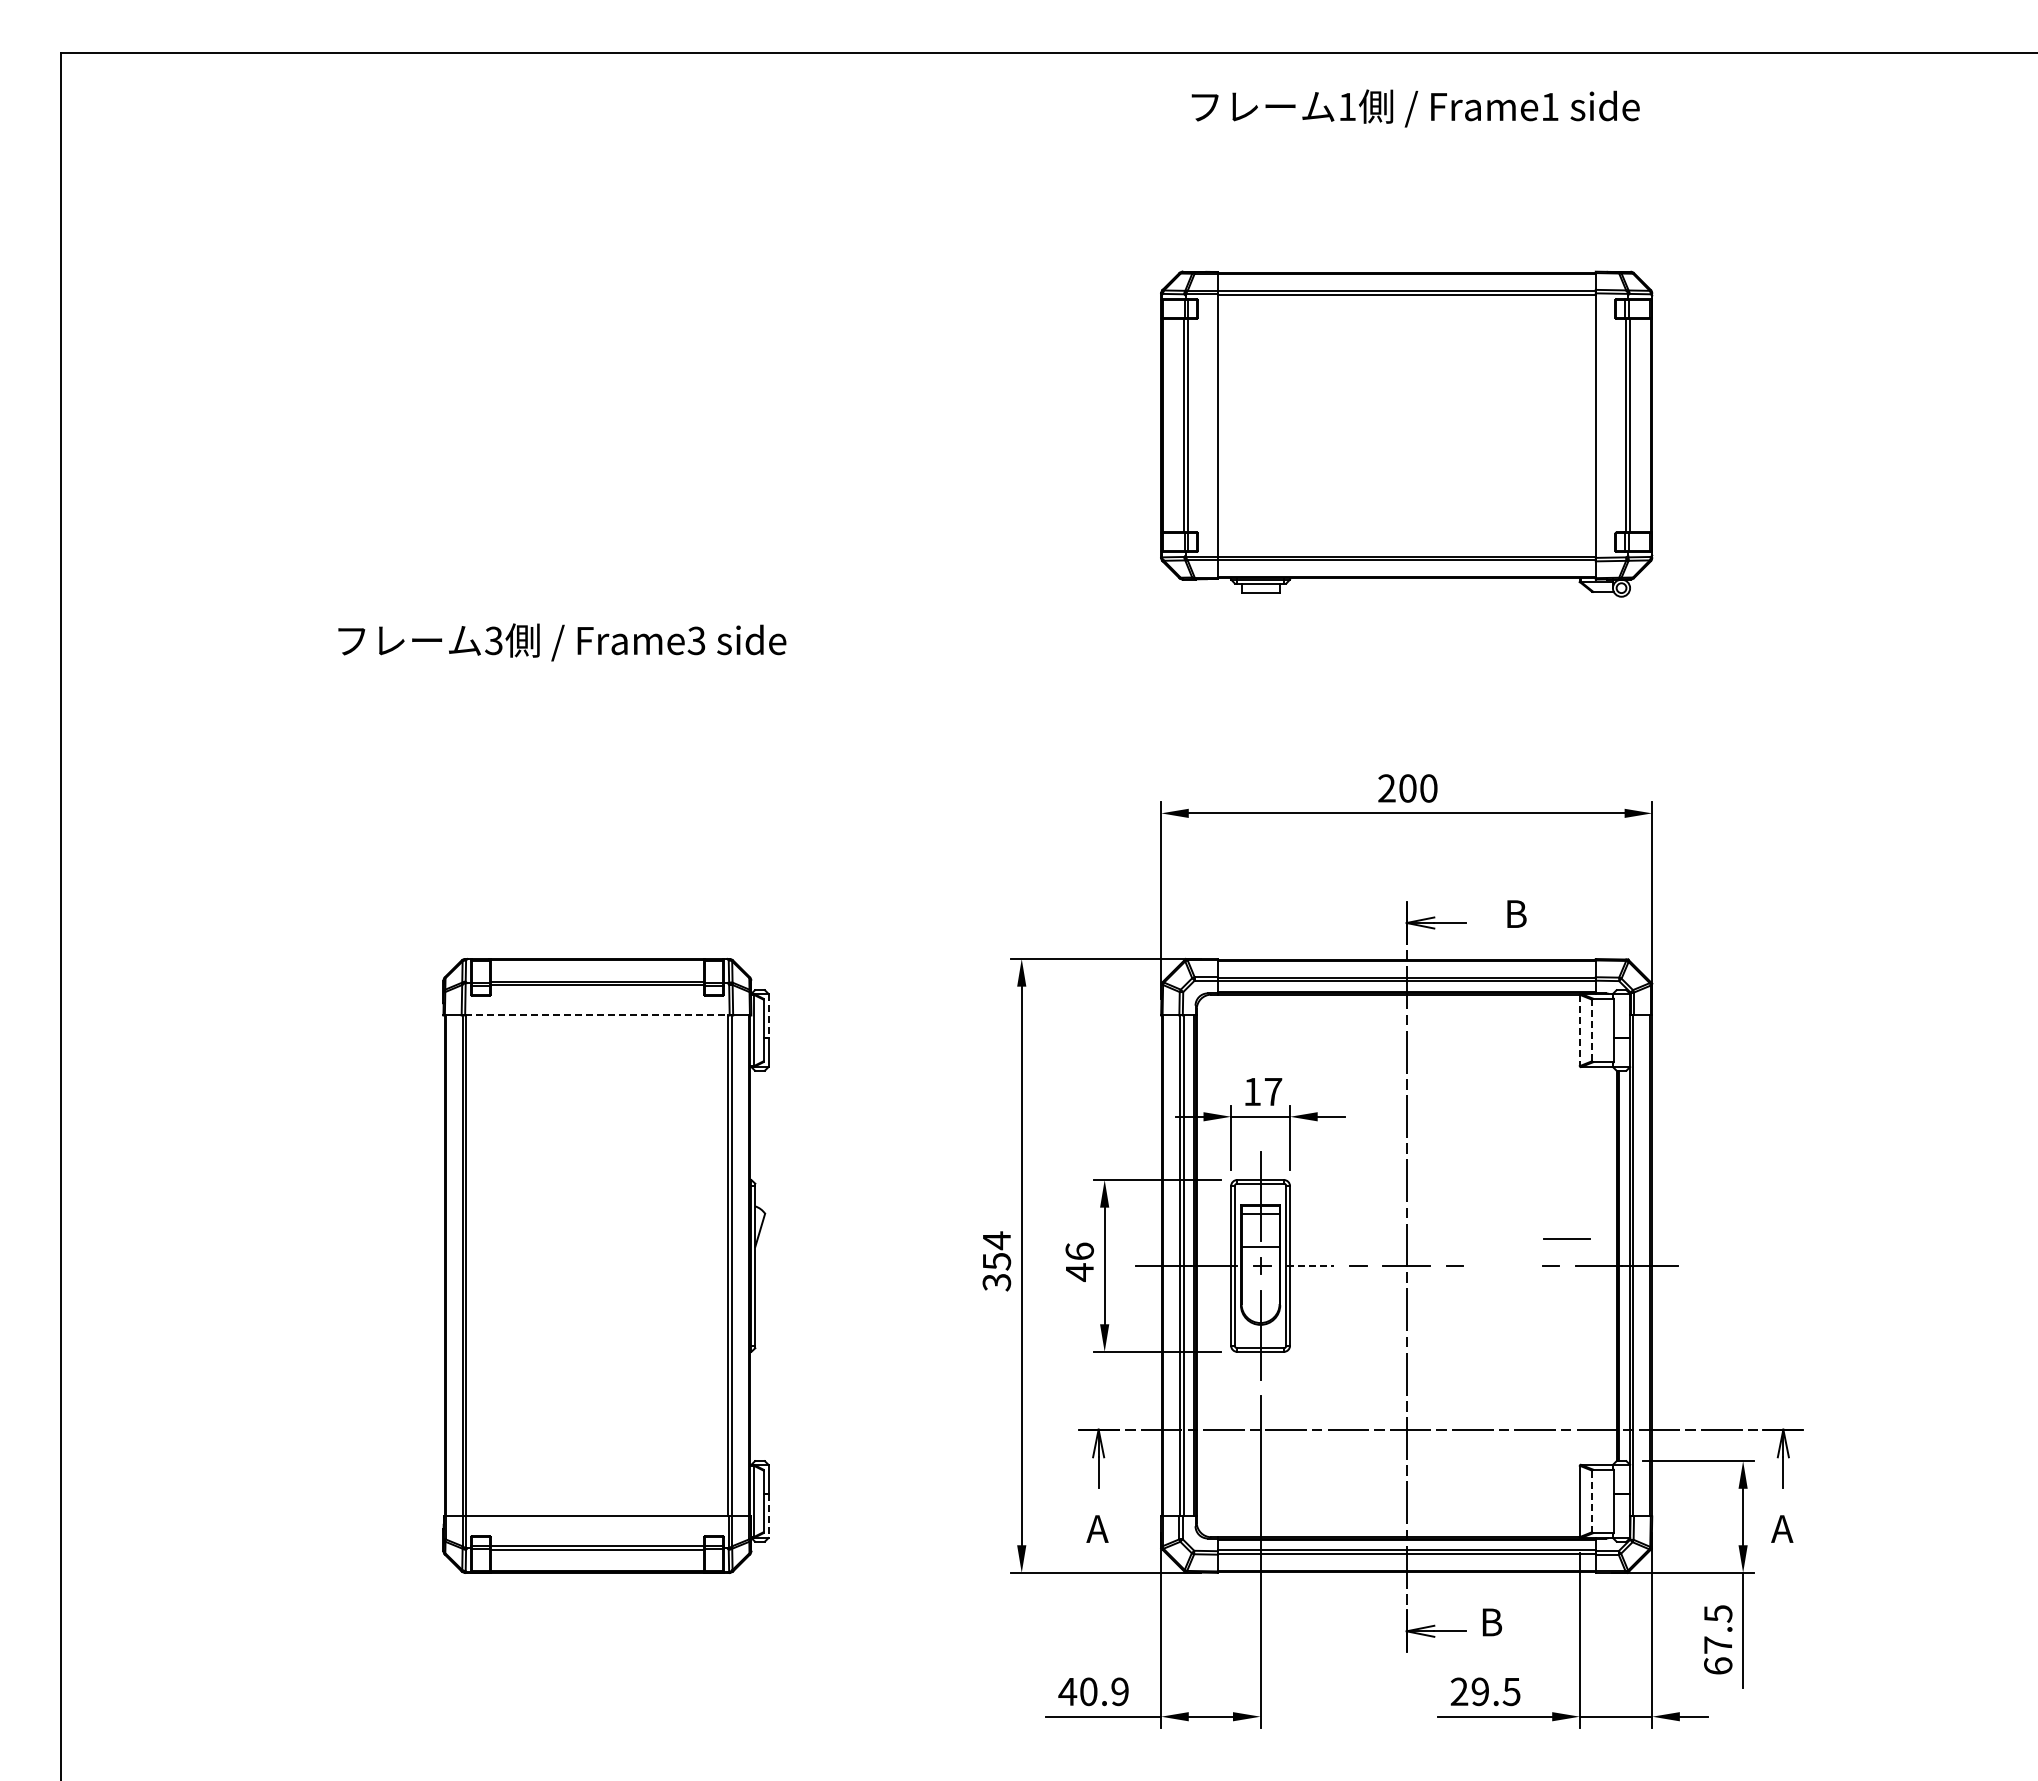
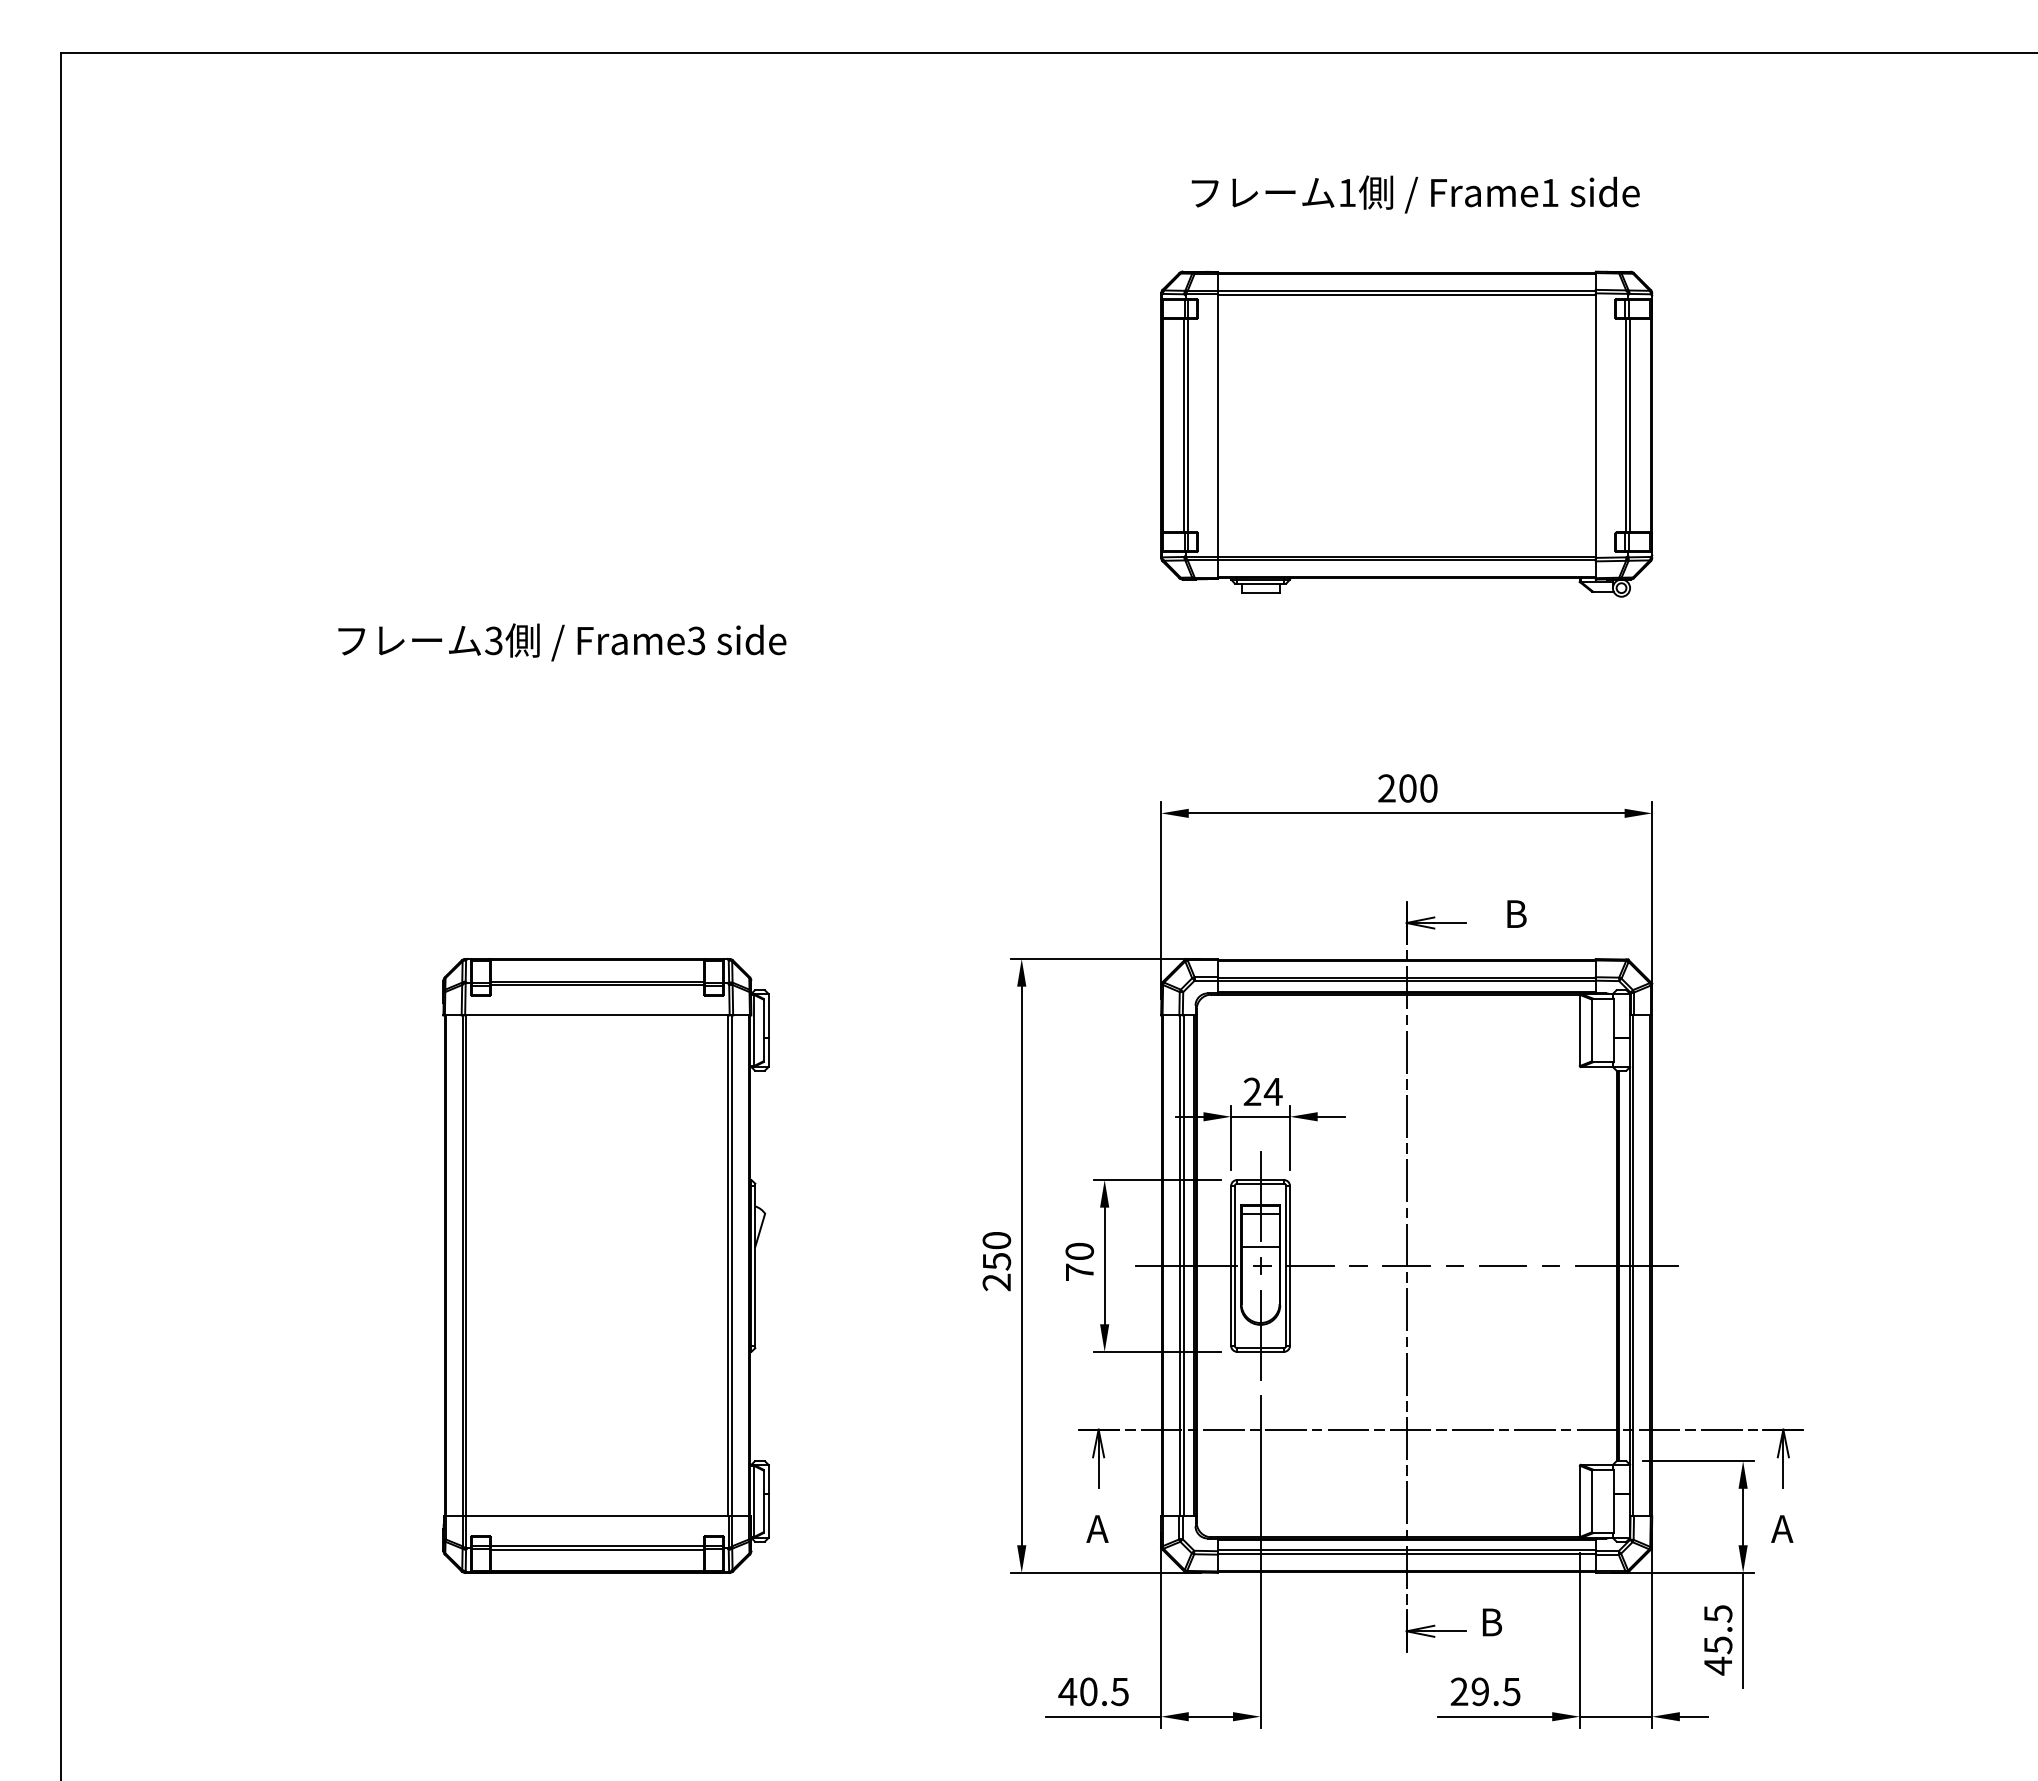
text at (1415, 108) position: (1415, 108) -> (1415, 194)
line at (597, 1015): dashed -> solid
line at (768, 1015): dashed -> solid
line at (1579, 1030): dashed -> solid
line at (1592, 1030): dashed -> solid
text at (1262, 1091): 17 -> 24
line at (1566, 1238) position: (1566, 1238) -> (1502, 1265)
text at (996, 1261): 354 -> 250
text at (1079, 1262): 46 -> 70
line at (1310, 1265): dashed -> solid
line at (1592, 1501): dashed -> solid
line at (768, 1516): dashed -> solid
text at (1718, 1655): 67.5 -> 45.5
text at (1119, 1691): 40.9 -> 40.5
